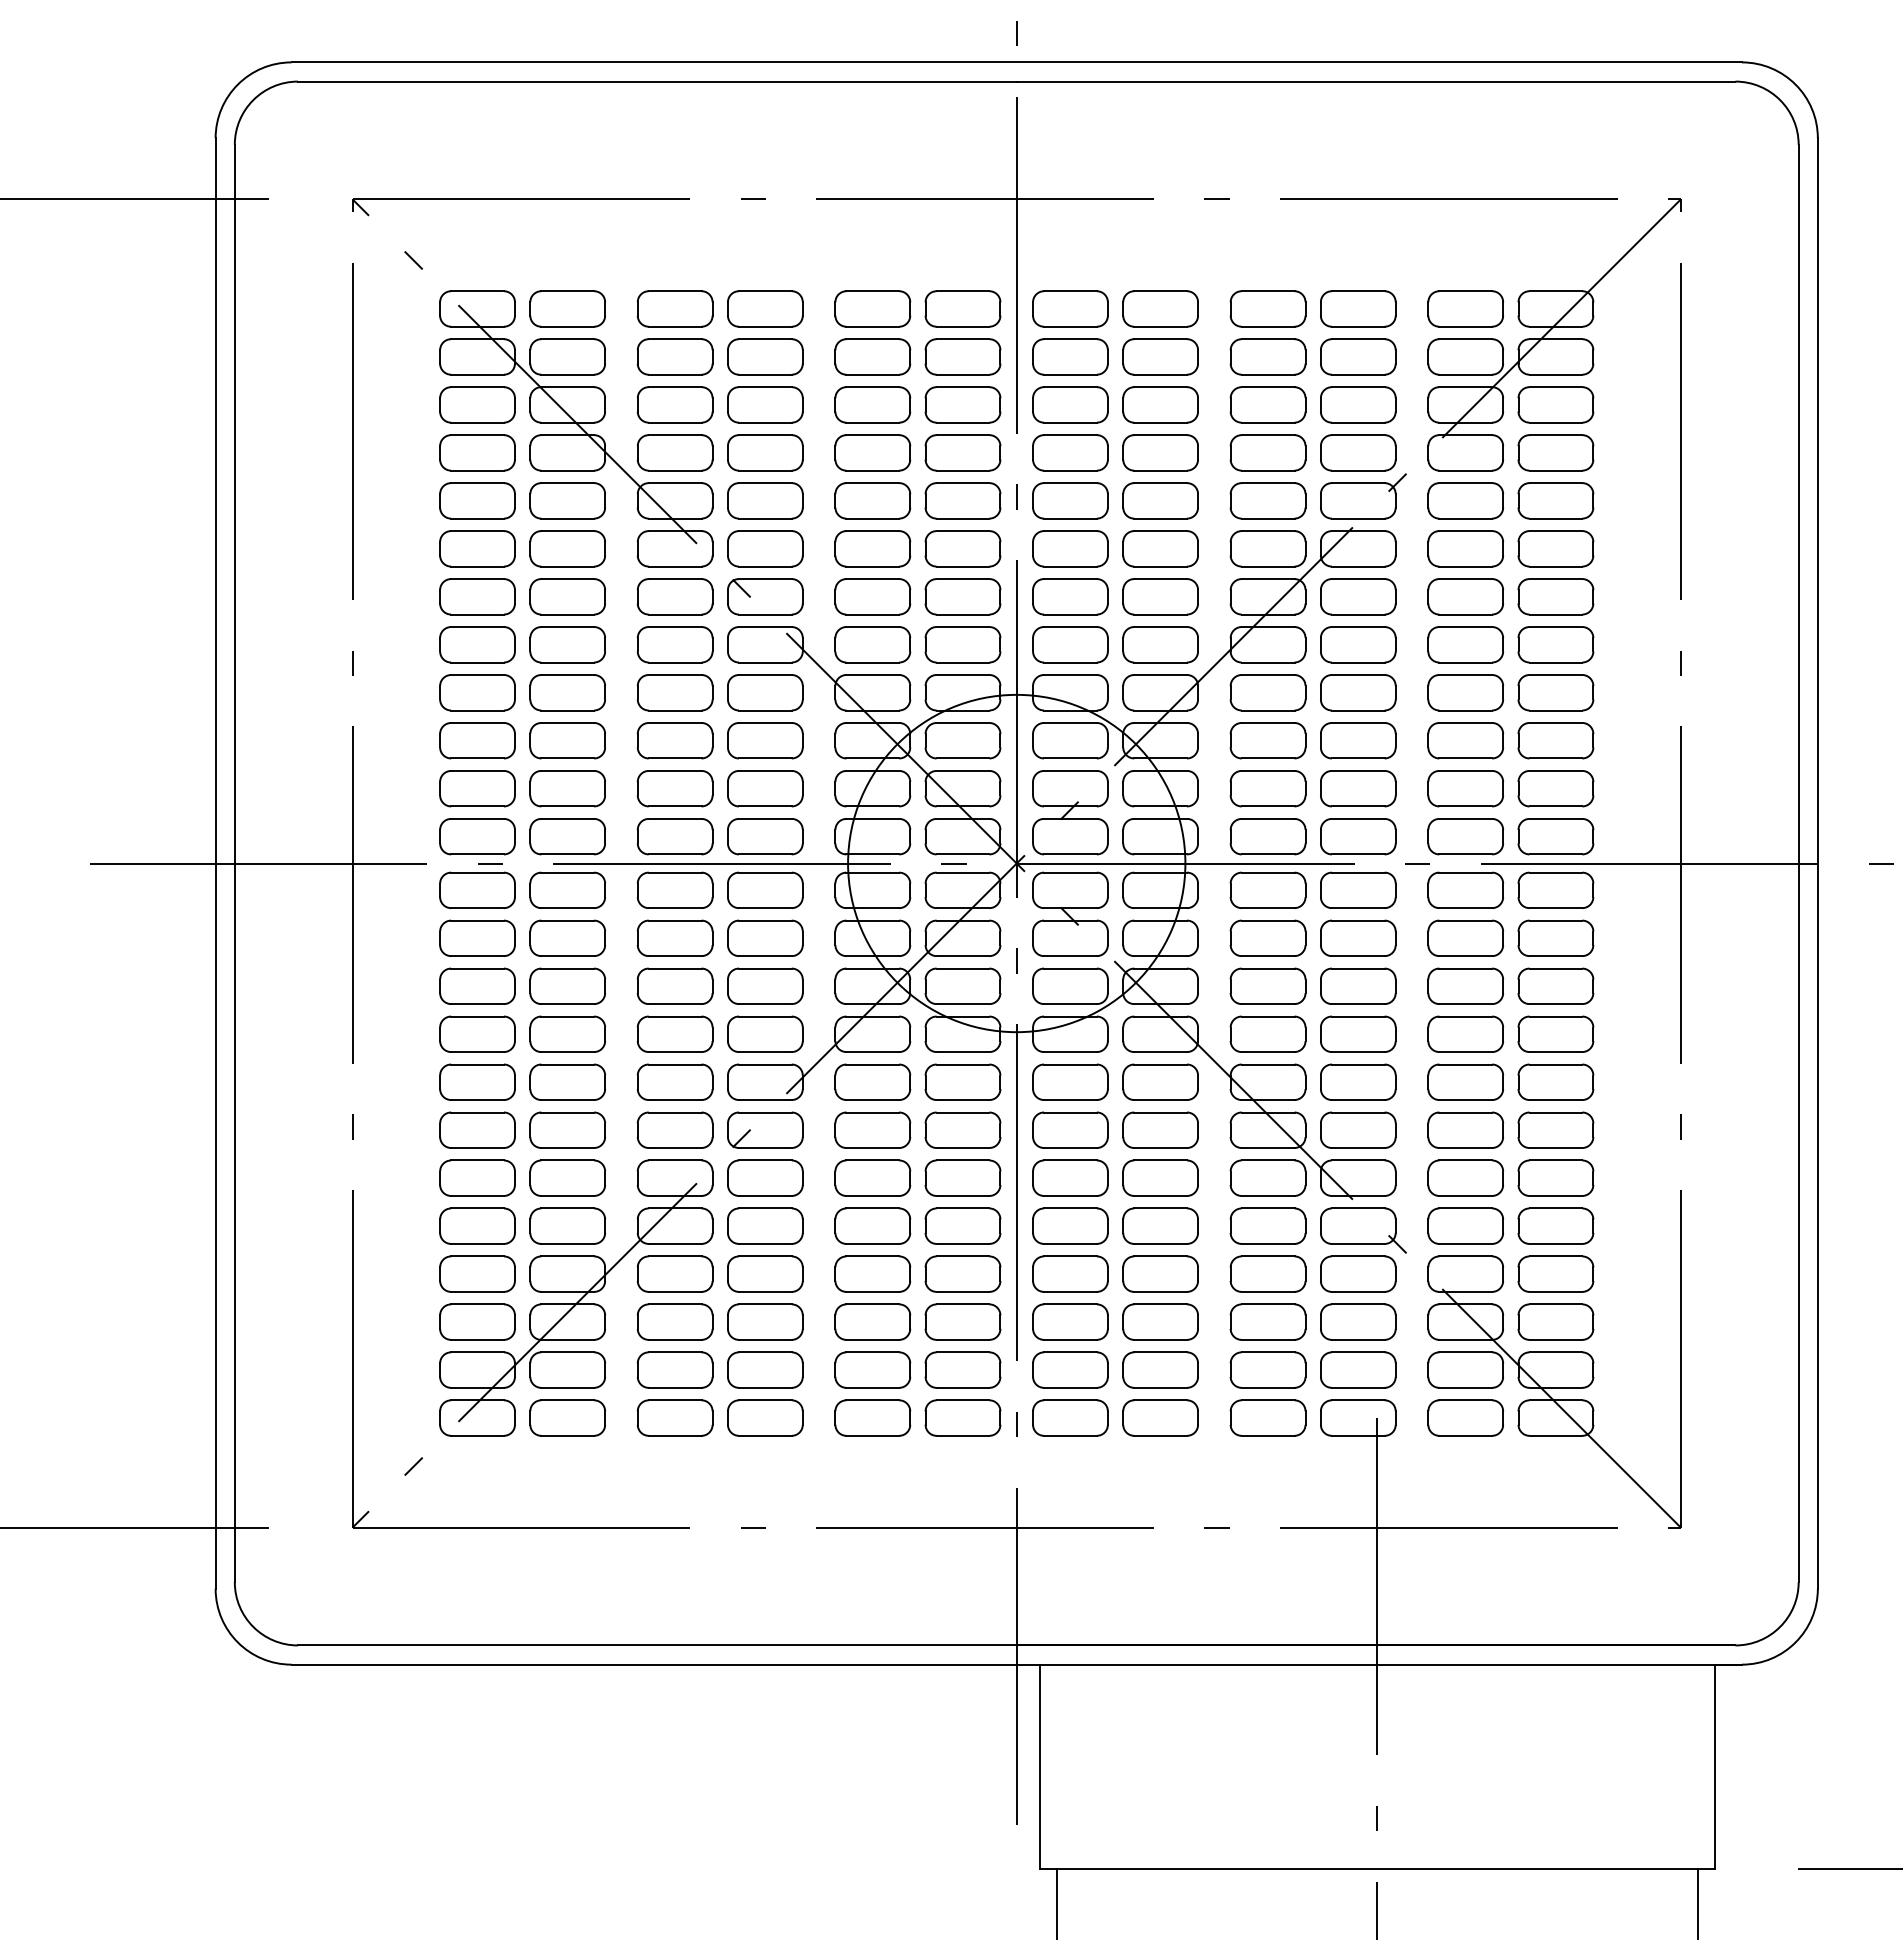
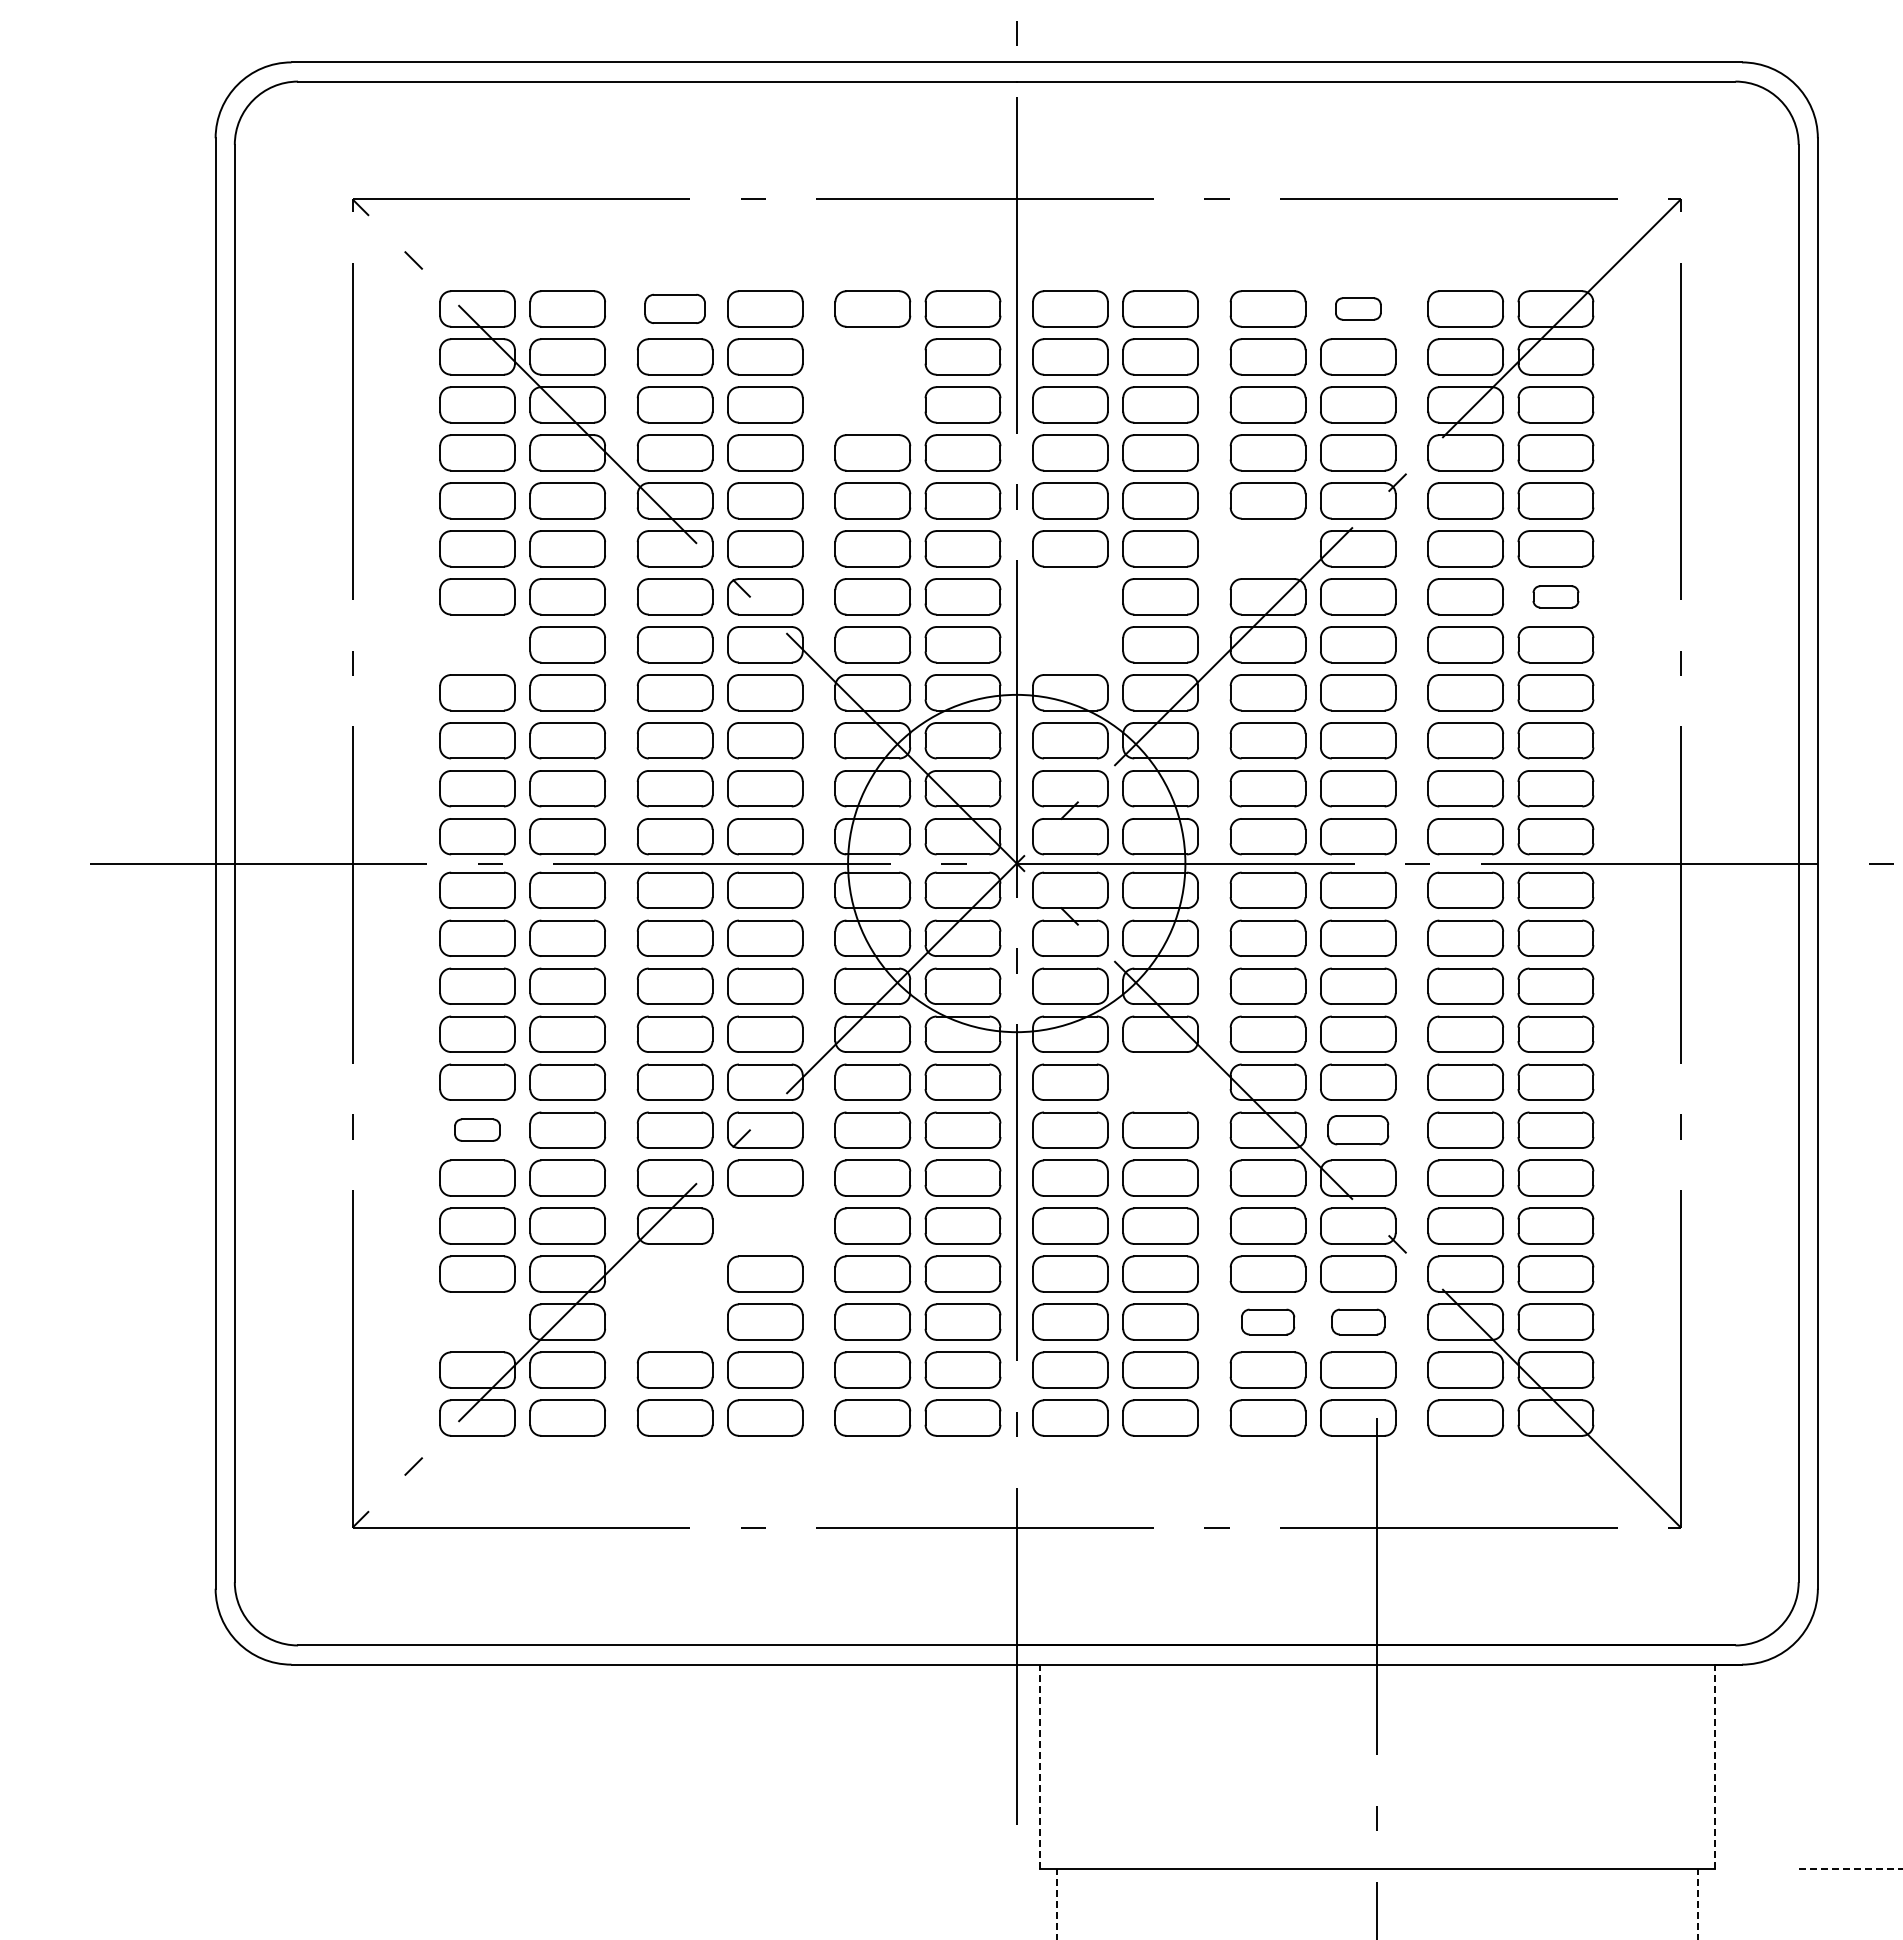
line at (135, 199): present -> none
part at (674, 308) size: 78x38 px -> 62x31 px
part at (1358, 308) size: 77x38 px -> 47x24 px
part at (872, 356): present -> none
part at (872, 404): present -> none
part at (1267, 548): present -> none
part at (1070, 596): present -> none
part at (1555, 596) size: 78x38 px -> 48x24 px
part at (477, 644): present -> none
part at (1070, 644): present -> none
part at (1160, 1081): present -> none
part at (477, 1129) size: 77x38 px -> 47x24 px
part at (1358, 1129) size: 77x38 px -> 63x31 px
part at (765, 1225): present -> none
part at (674, 1273): present -> none
part at (477, 1321): present -> none
part at (674, 1321): present -> none
part at (1267, 1321) size: 78x38 px -> 55x28 px
part at (1358, 1321) size: 77x38 px -> 55x28 px
line at (135, 1527): present -> none
line at (1039, 1766): solid -> dashed
line at (1714, 1766): solid -> dashed
line at (1850, 1869): solid -> dashed
line at (1056, 1904): solid -> dashed
line at (1697, 1904): solid -> dashed
